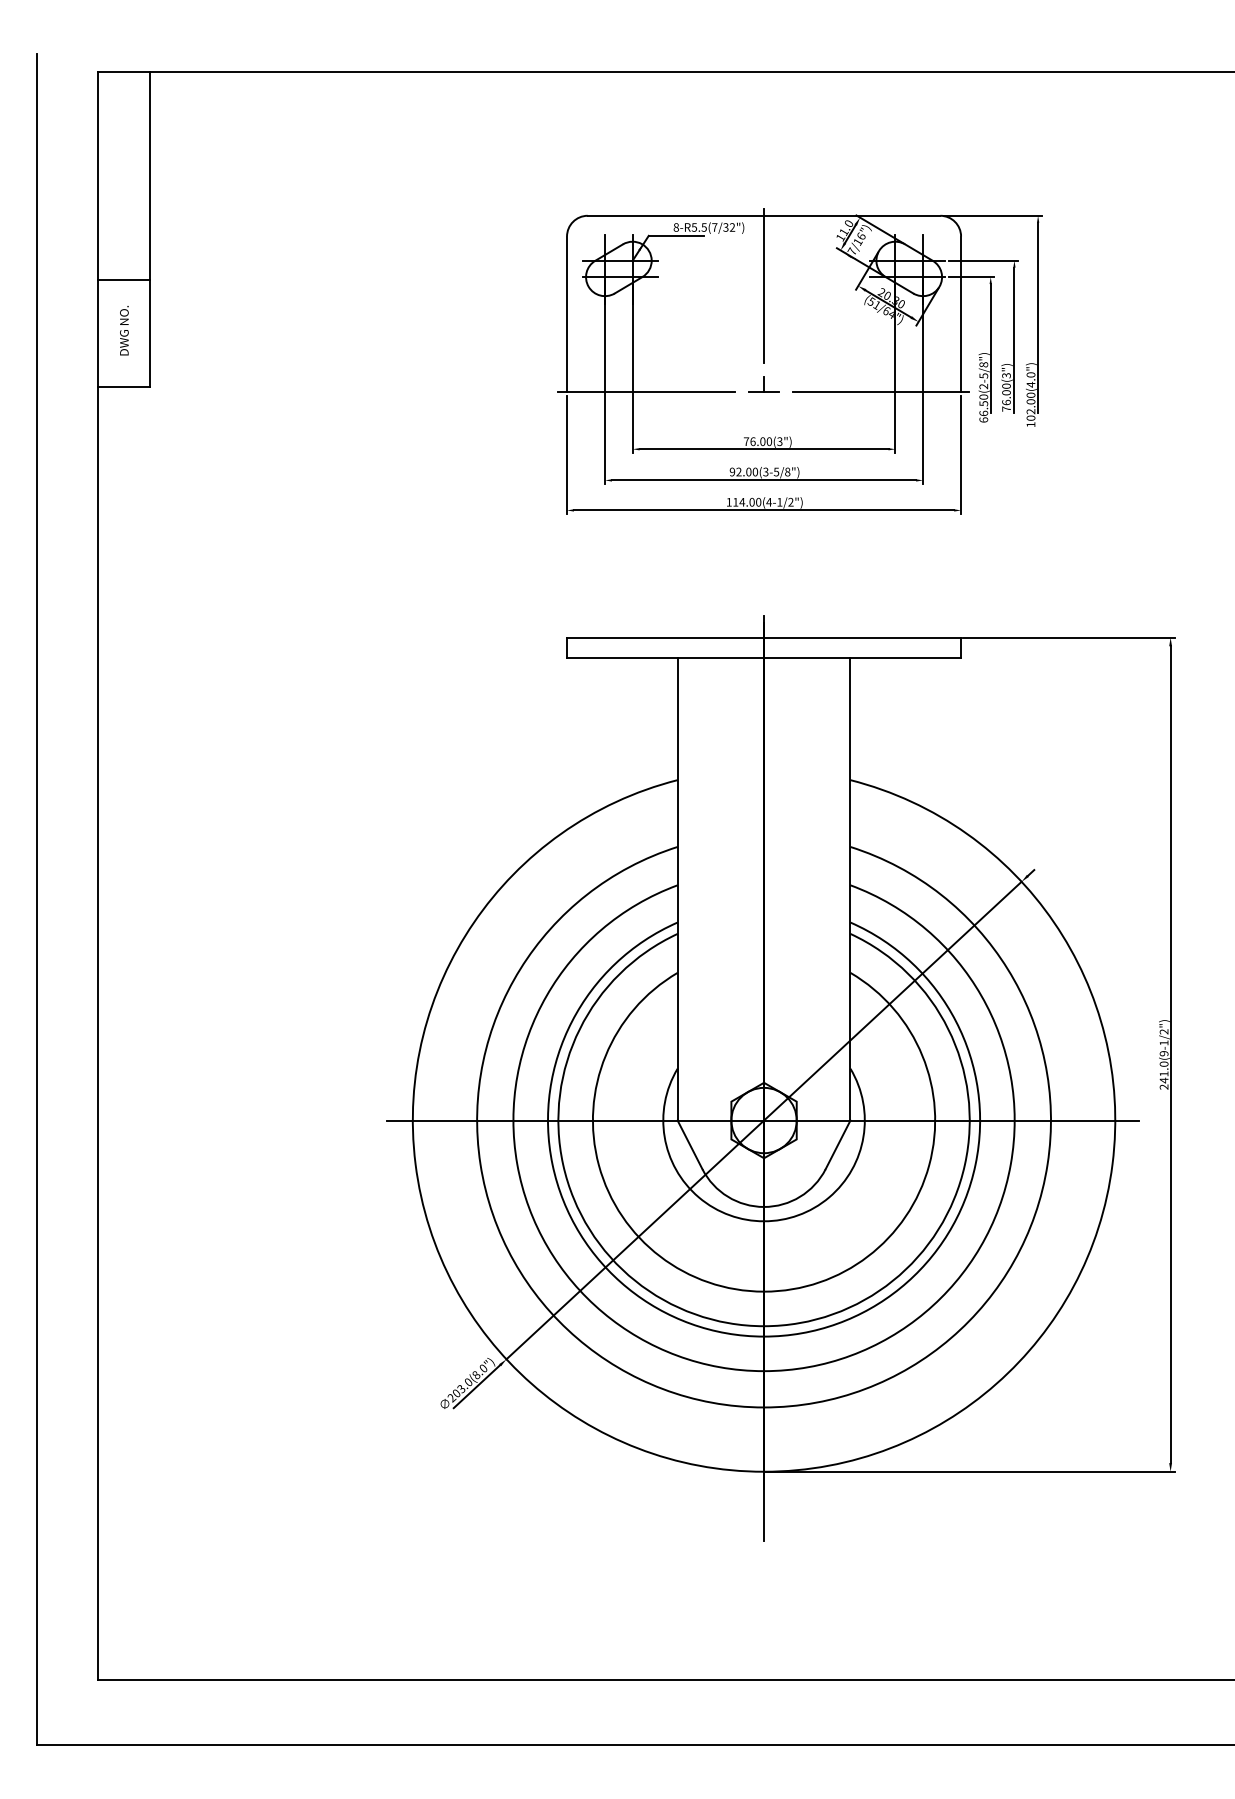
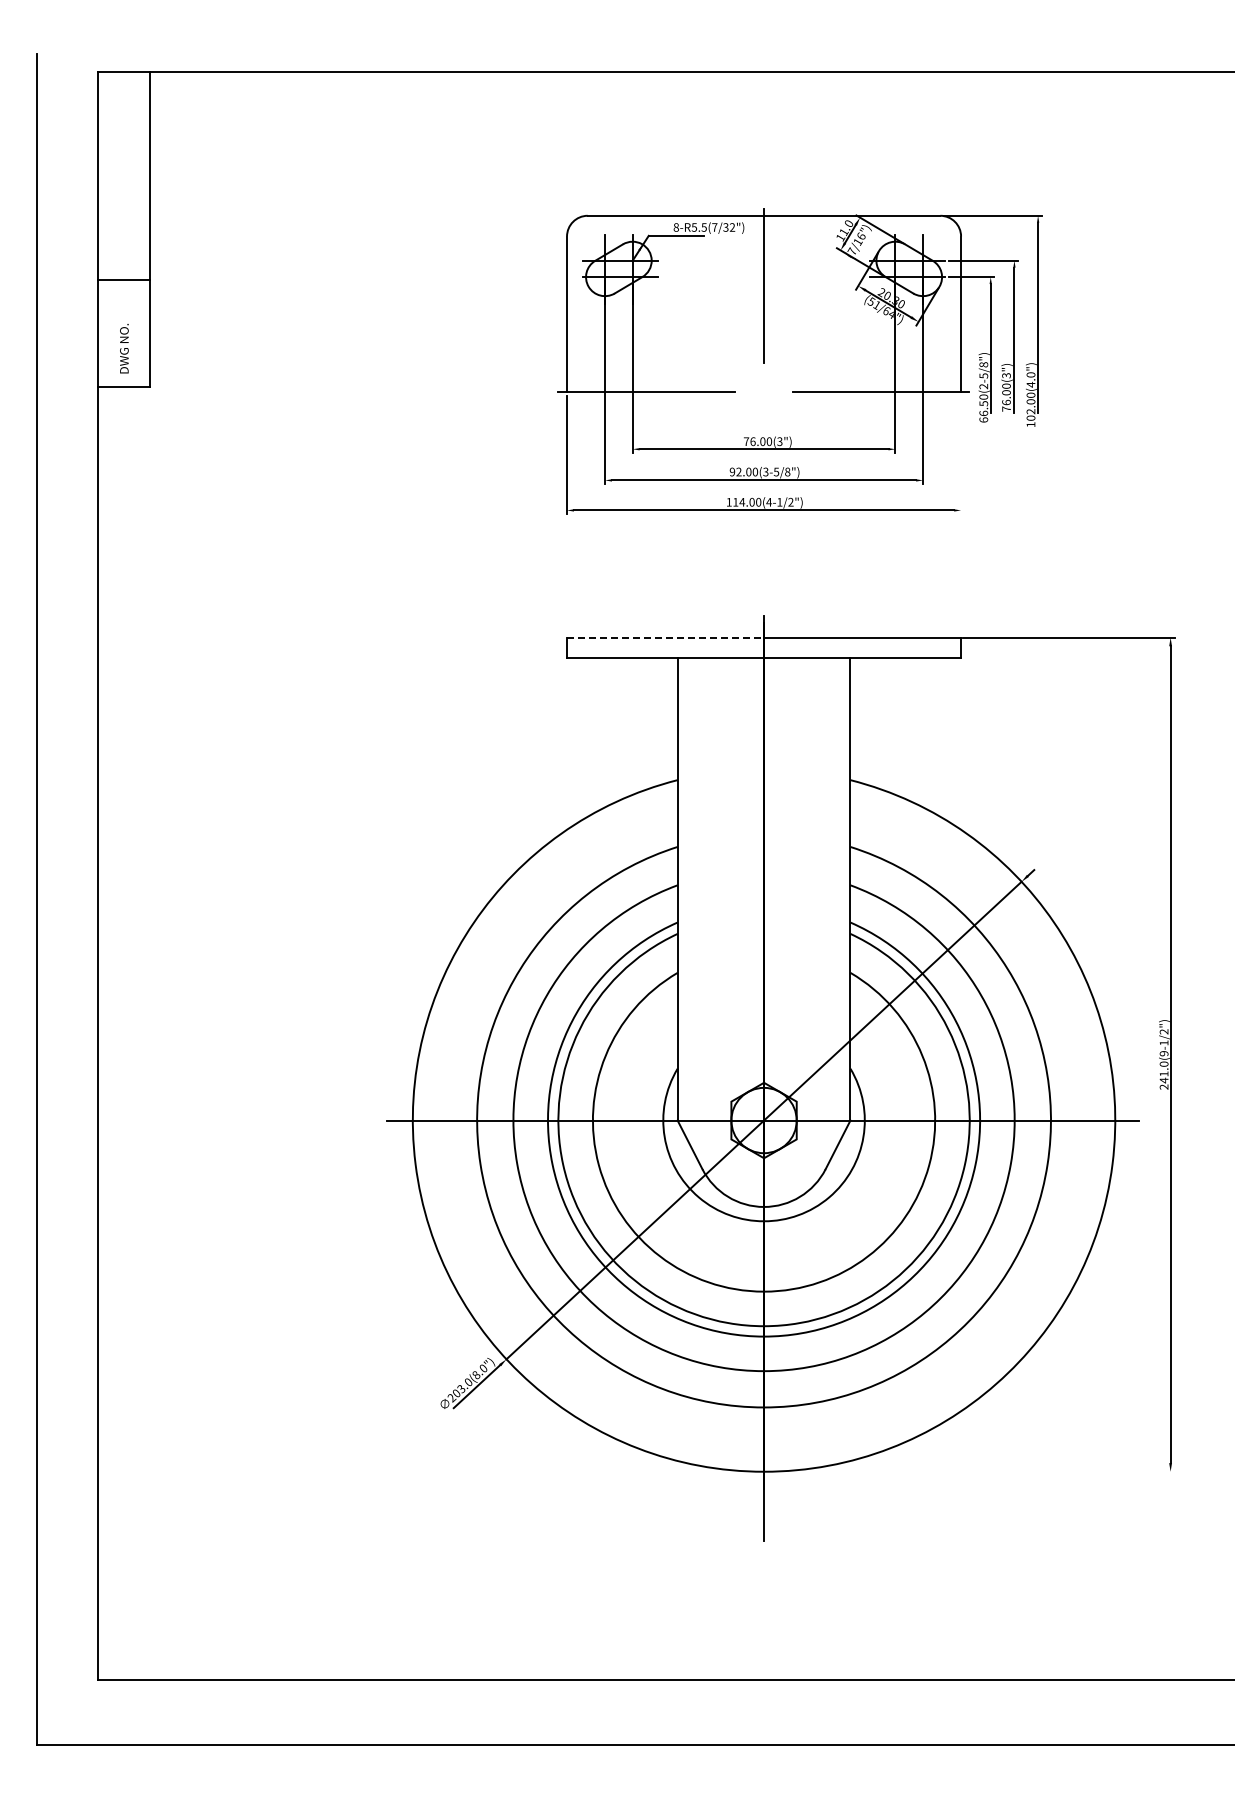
text at (124, 330) position: (124, 330) -> (124, 348)
part at (763, 384): present -> none
line at (961, 454): present -> none
line at (665, 637): solid -> dashed
line at (970, 1471): present -> none
